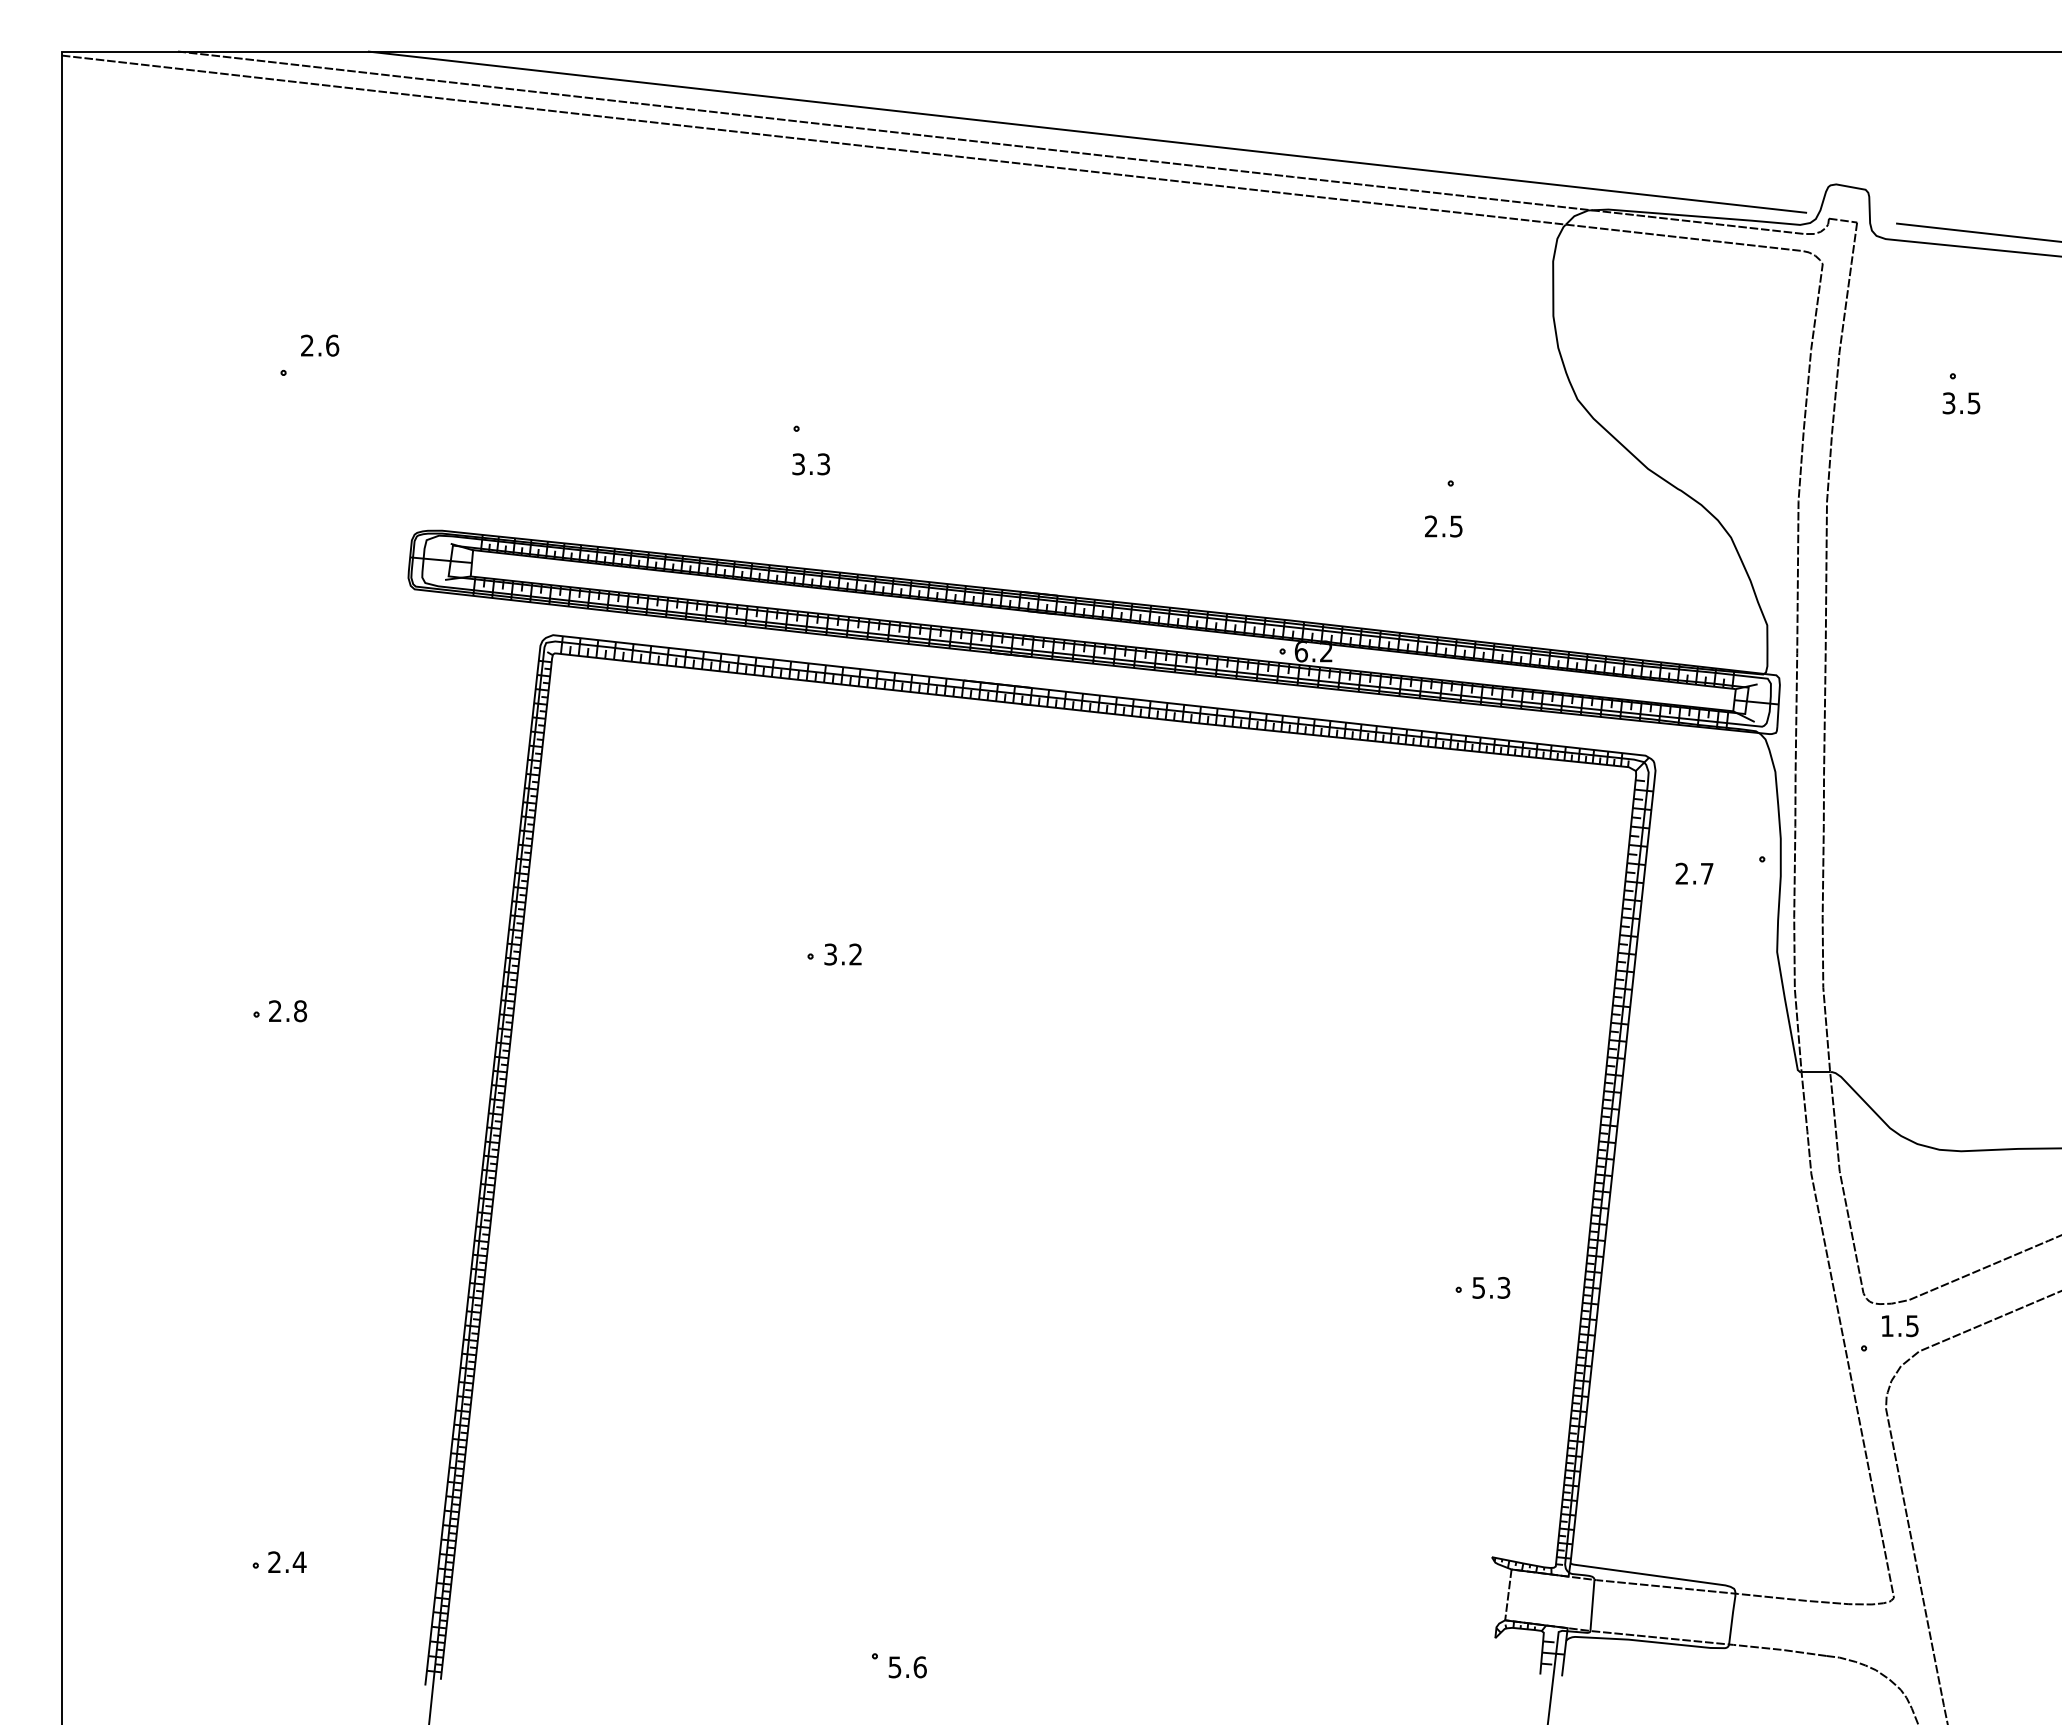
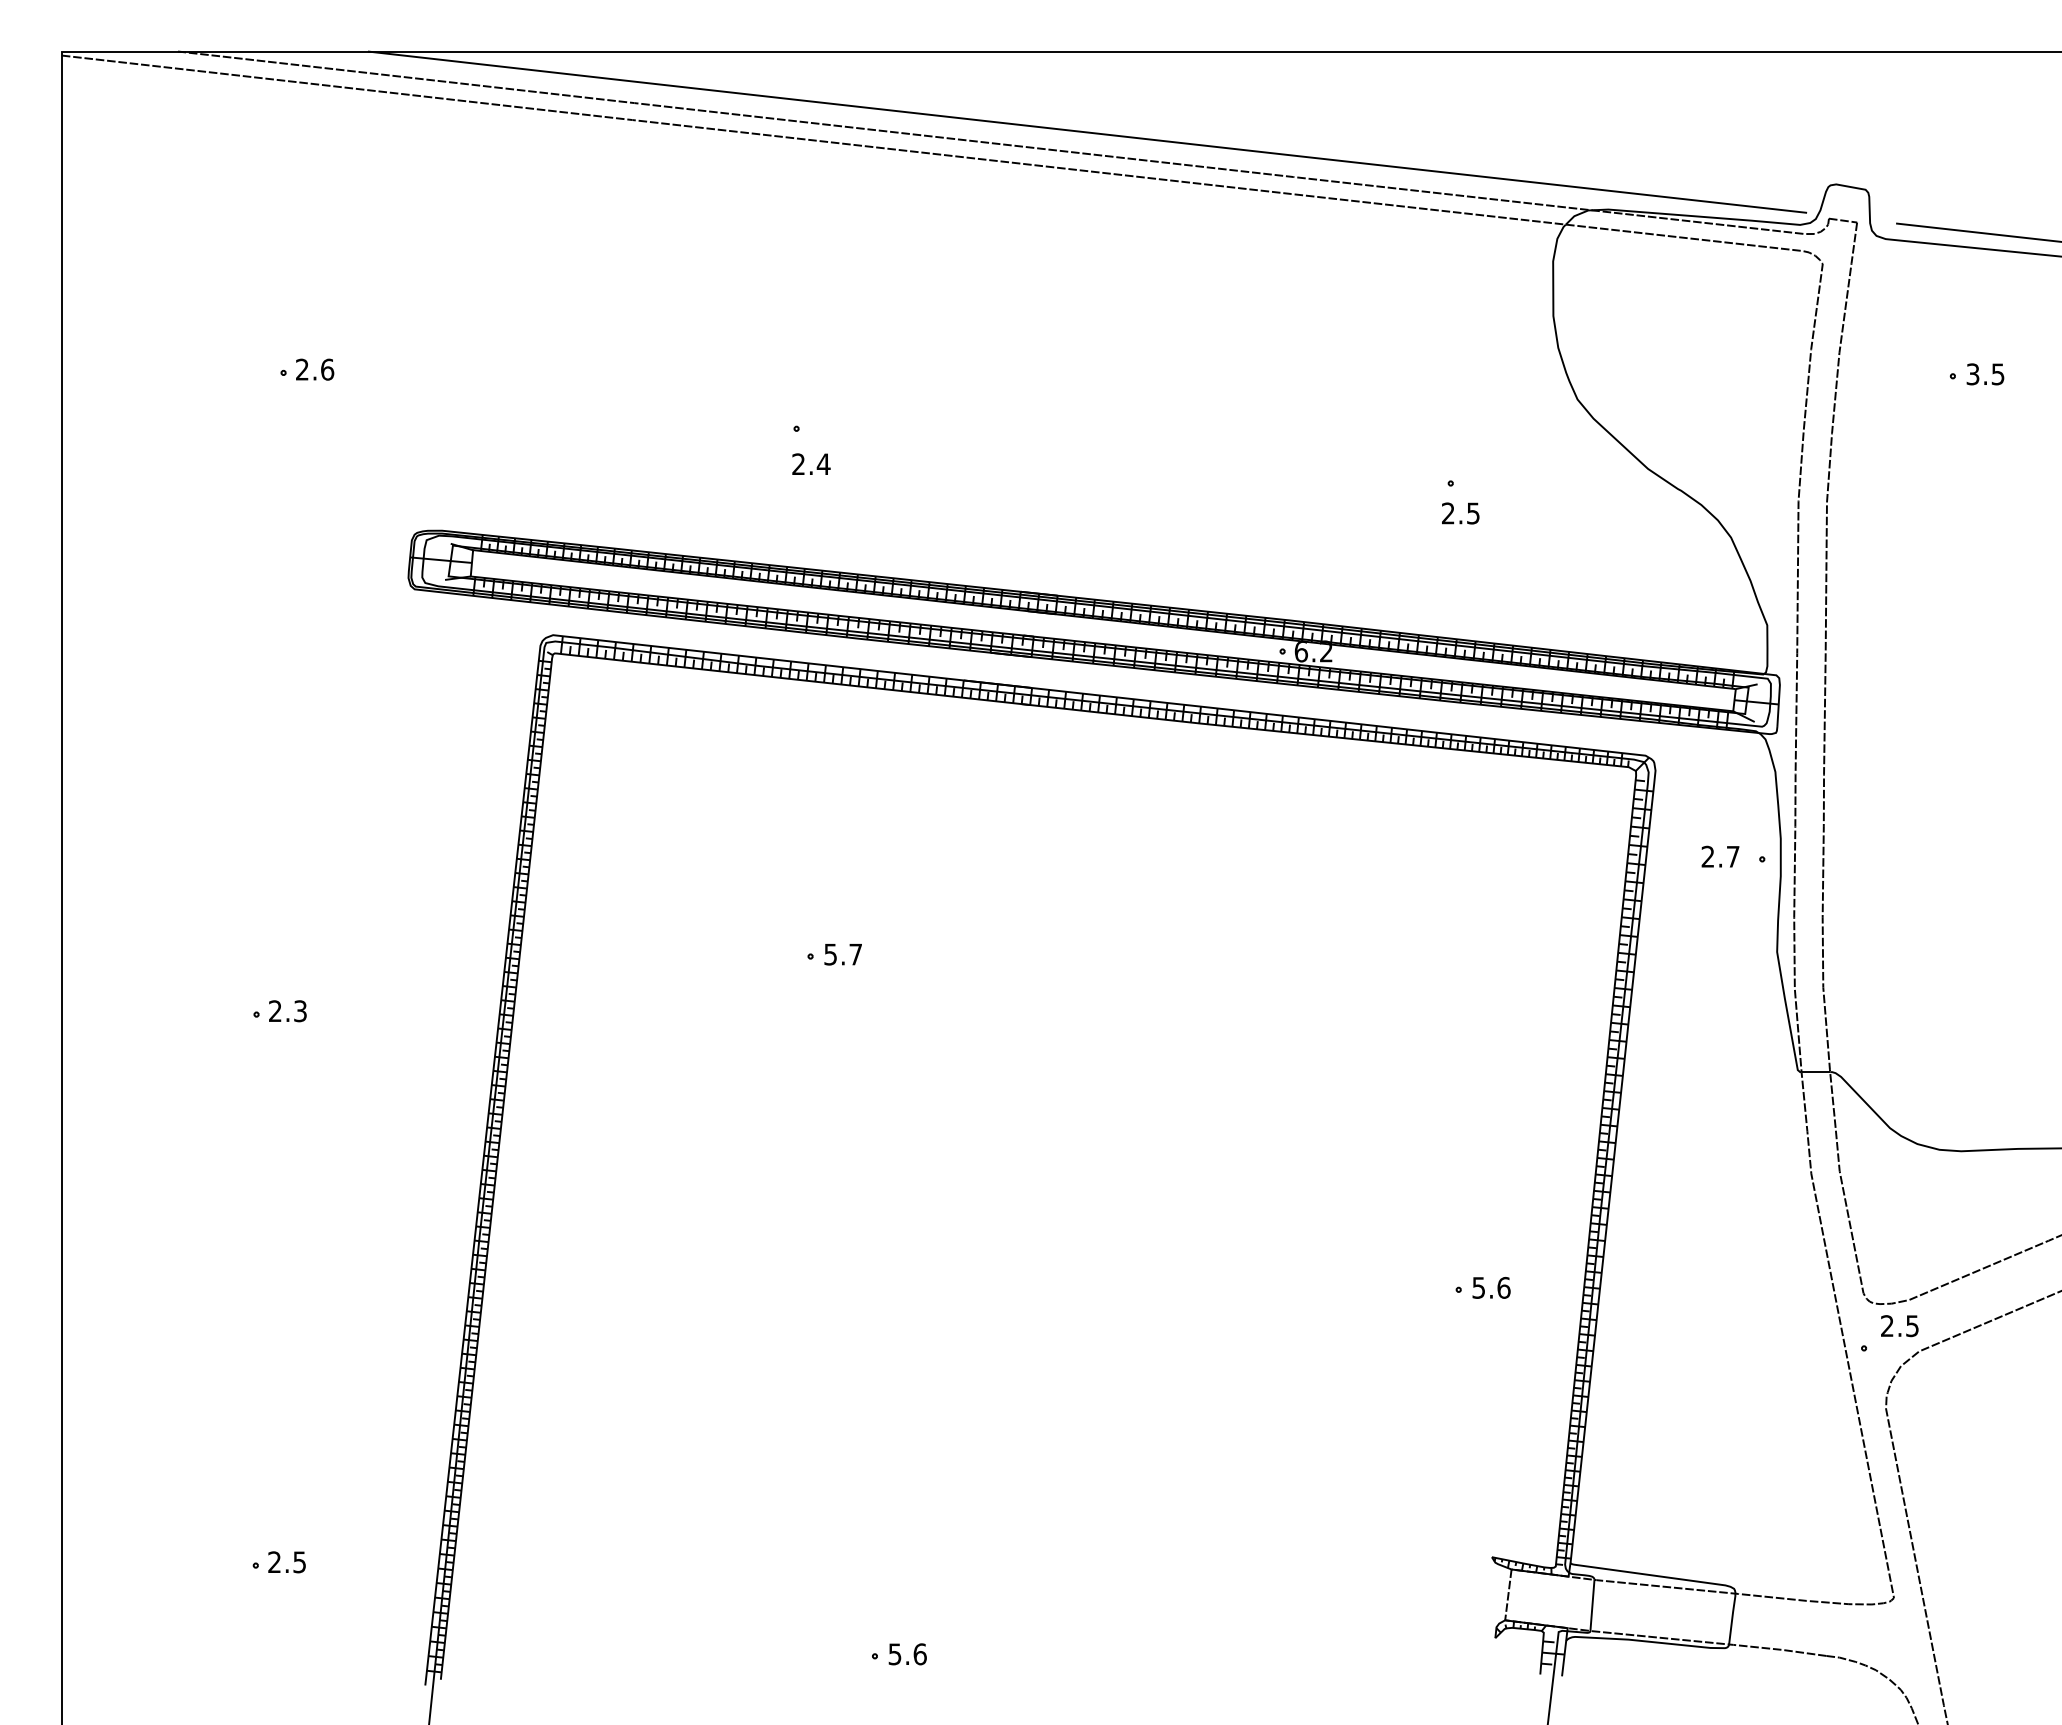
text at (320, 345) position: (320, 345) -> (315, 369)
text at (1961, 403) position: (1961, 403) -> (1985, 374)
text at (811, 464): 3.3 -> 2.4
text at (1443, 526) position: (1443, 526) -> (1460, 513)
text at (1694, 873) position: (1694, 873) -> (1720, 856)
text at (843, 954): 3.2 -> 5.7
text at (300, 1011): 2.8 -> 2.3
text at (1503, 1287): 5.3 -> 5.6
text at (1887, 1325): 1.5 -> 2.5
text at (299, 1562): 2.4 -> 2.5
text at (907, 1667) position: (907, 1667) -> (907, 1654)
